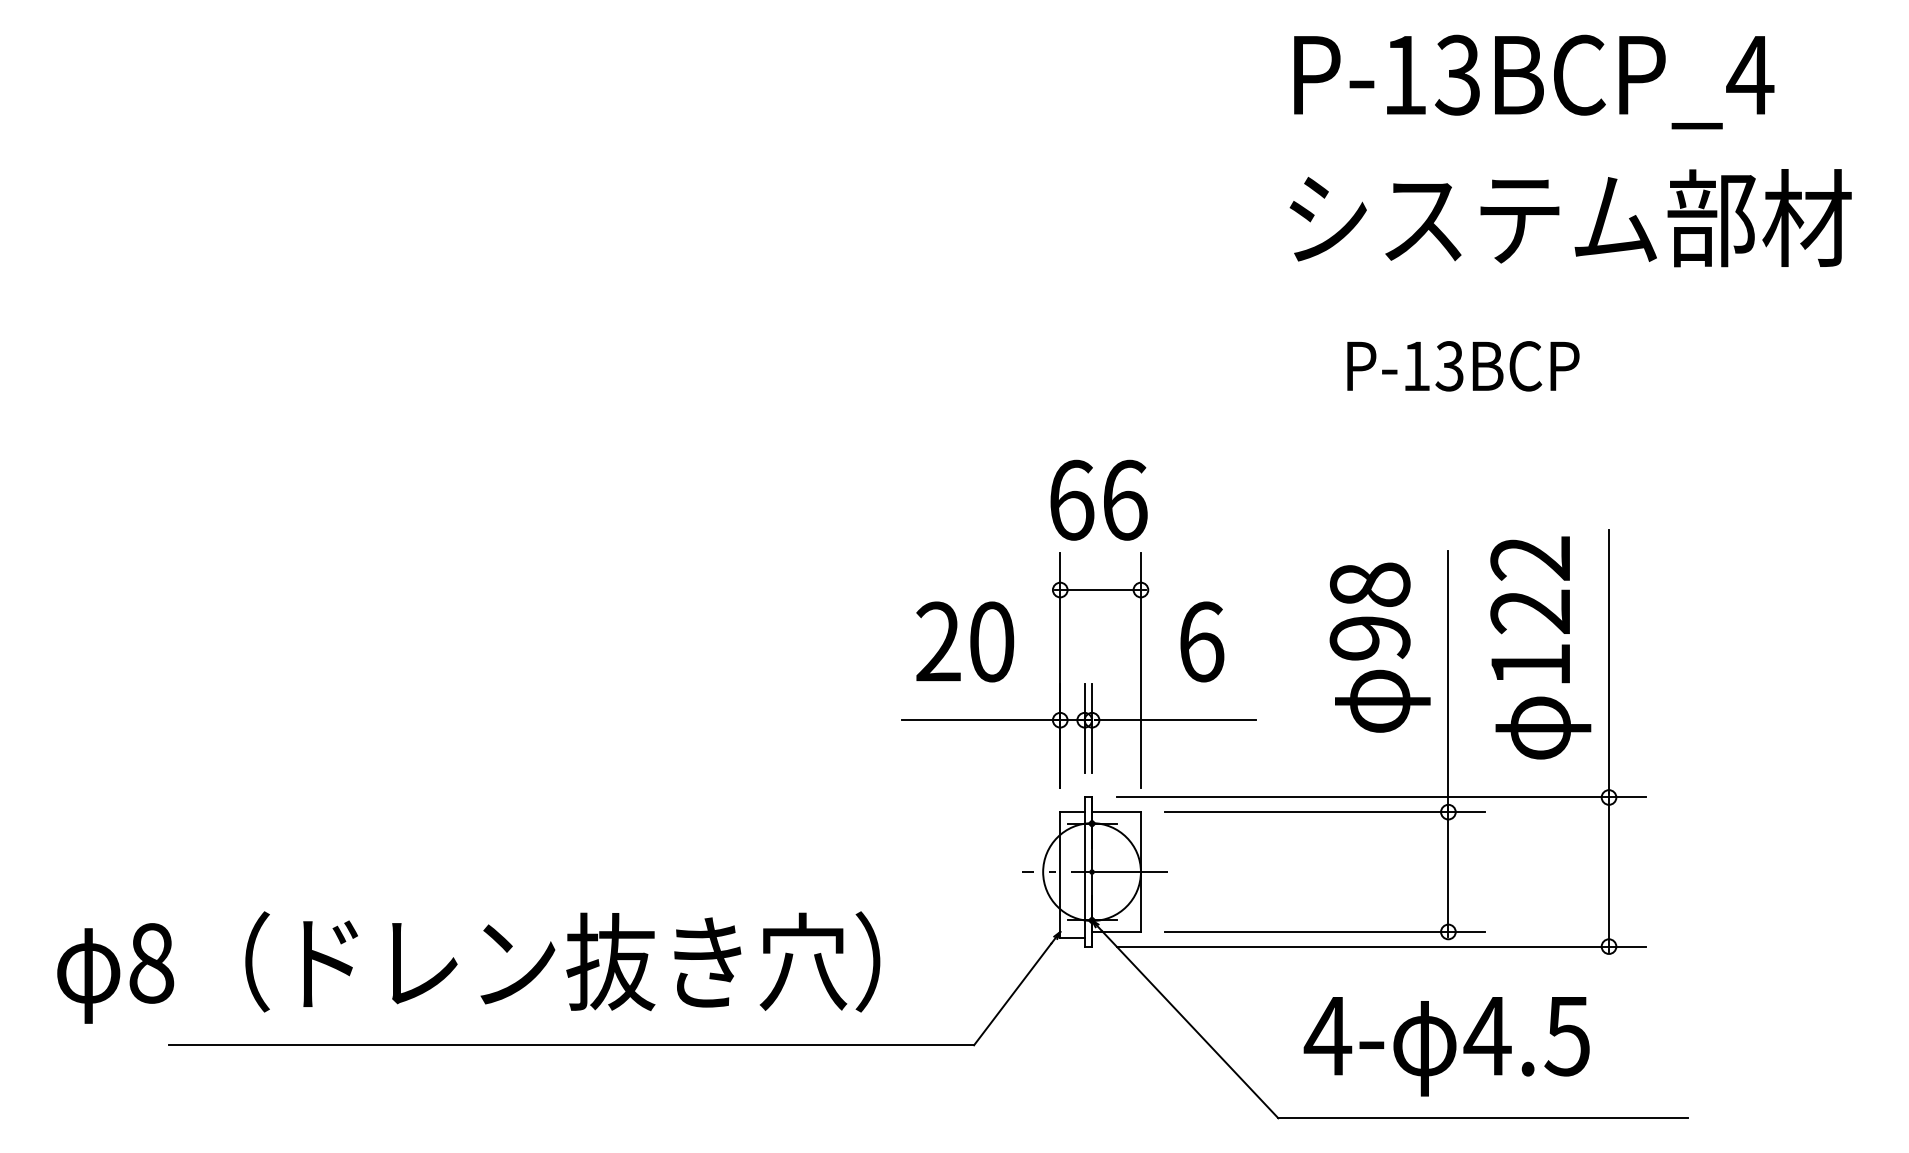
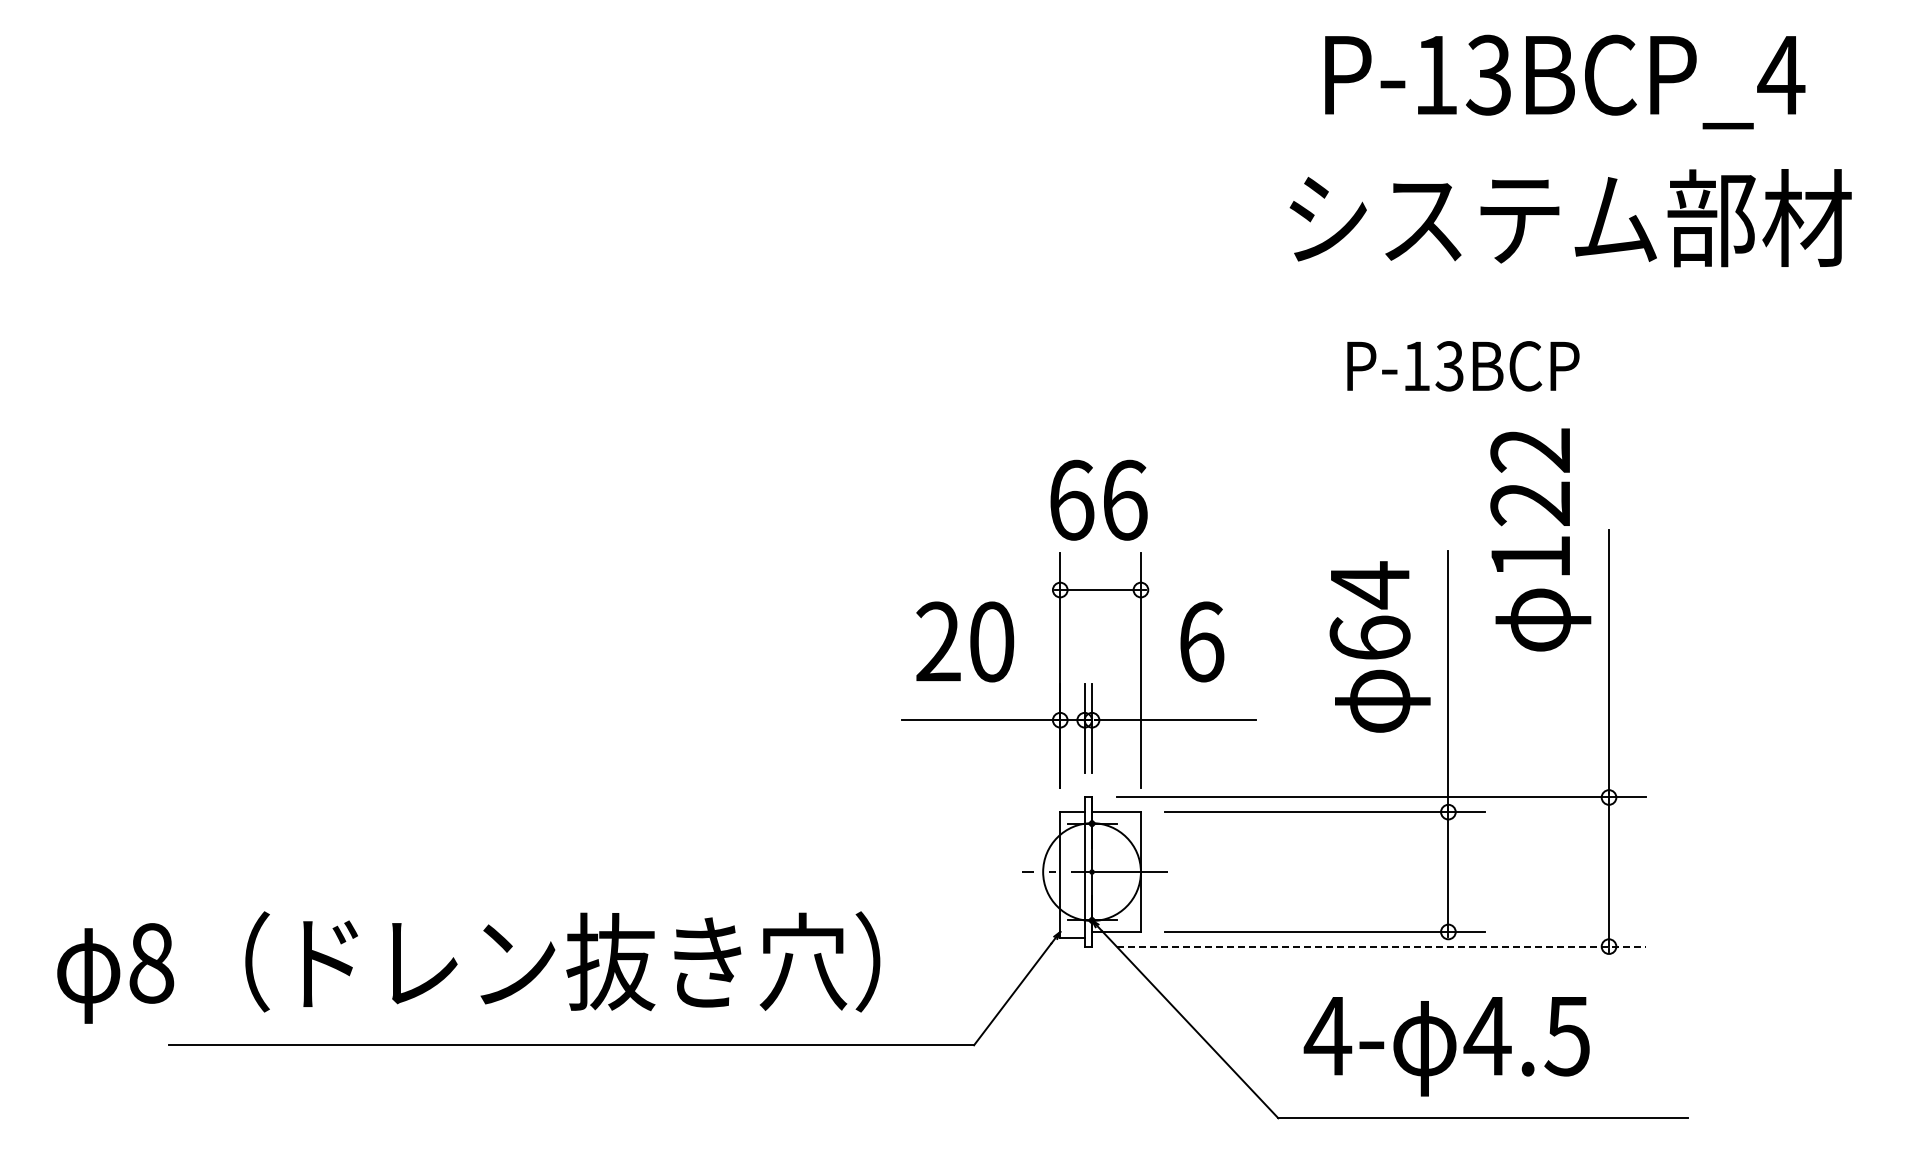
text at (1534, 81) position: (1534, 81) -> (1565, 81)
text at (1369, 610): 98 -> 64
text at (1540, 647) position: (1540, 647) -> (1540, 539)
line at (1381, 946): solid -> dashed
